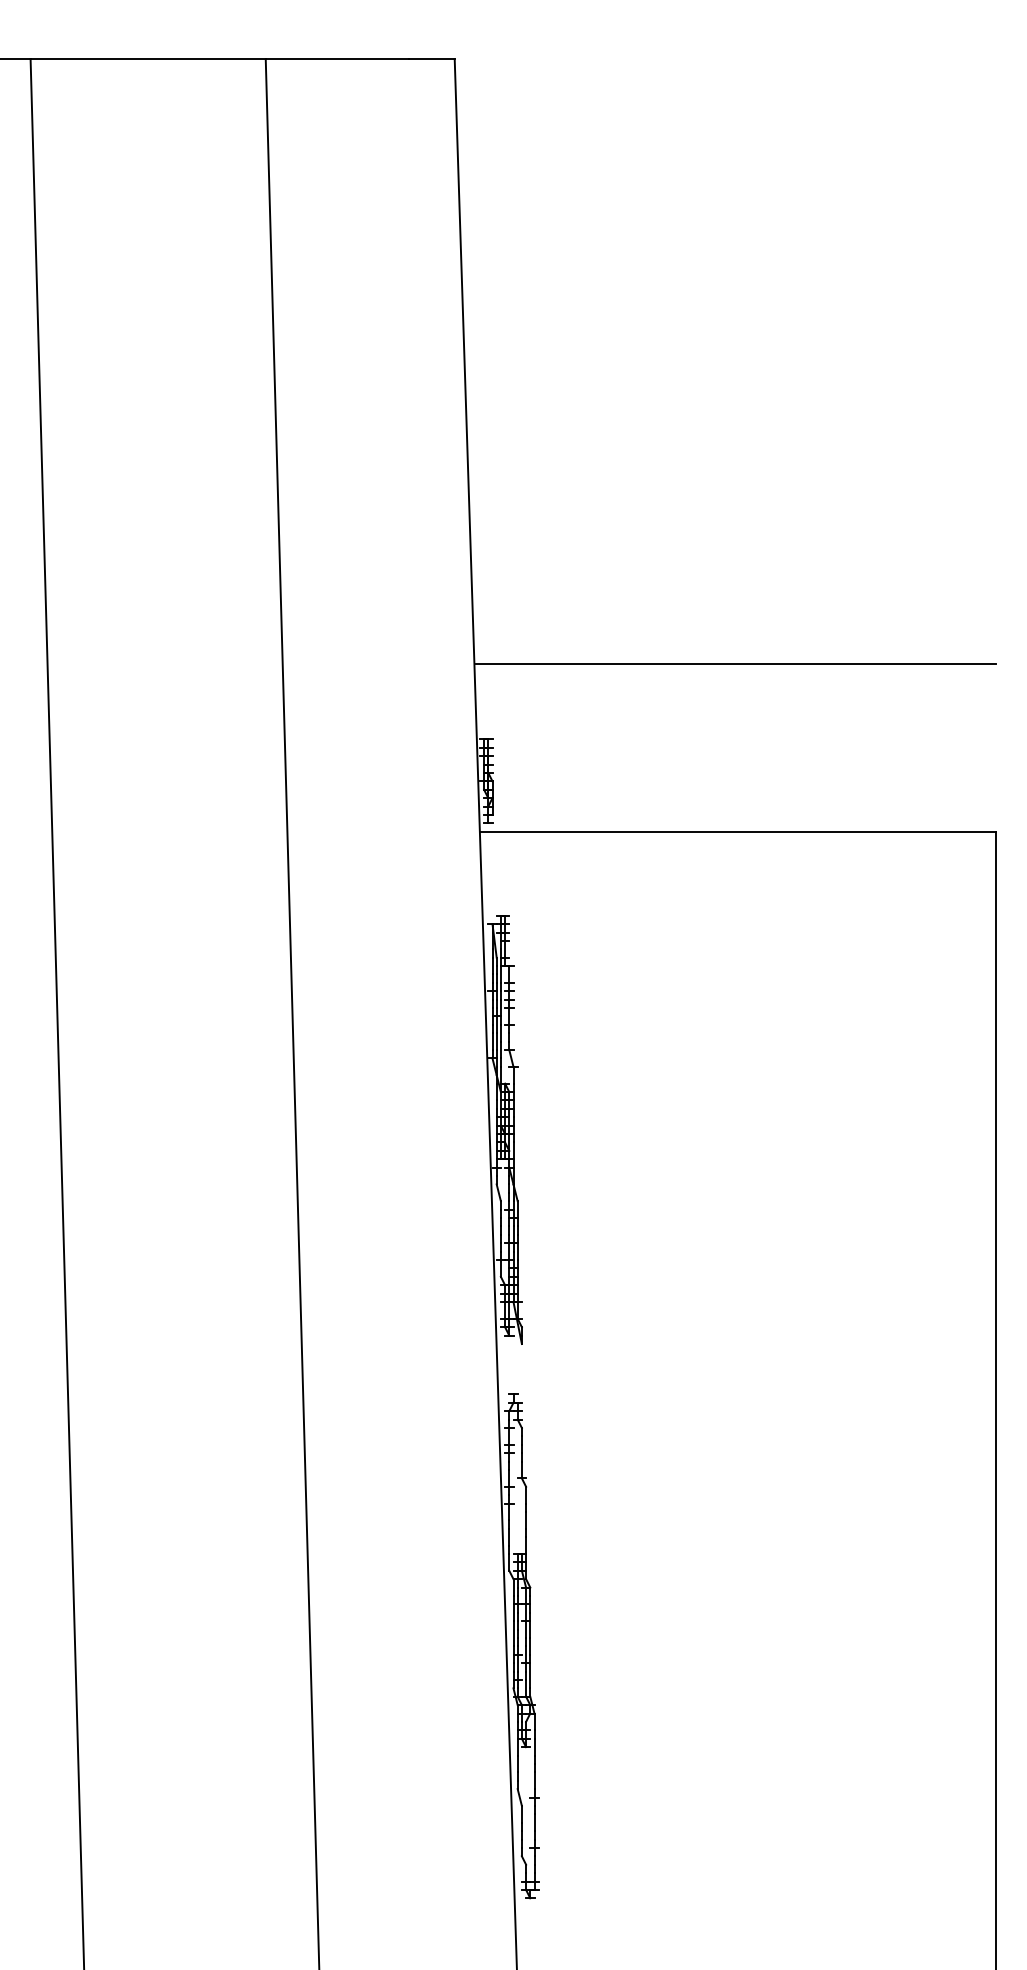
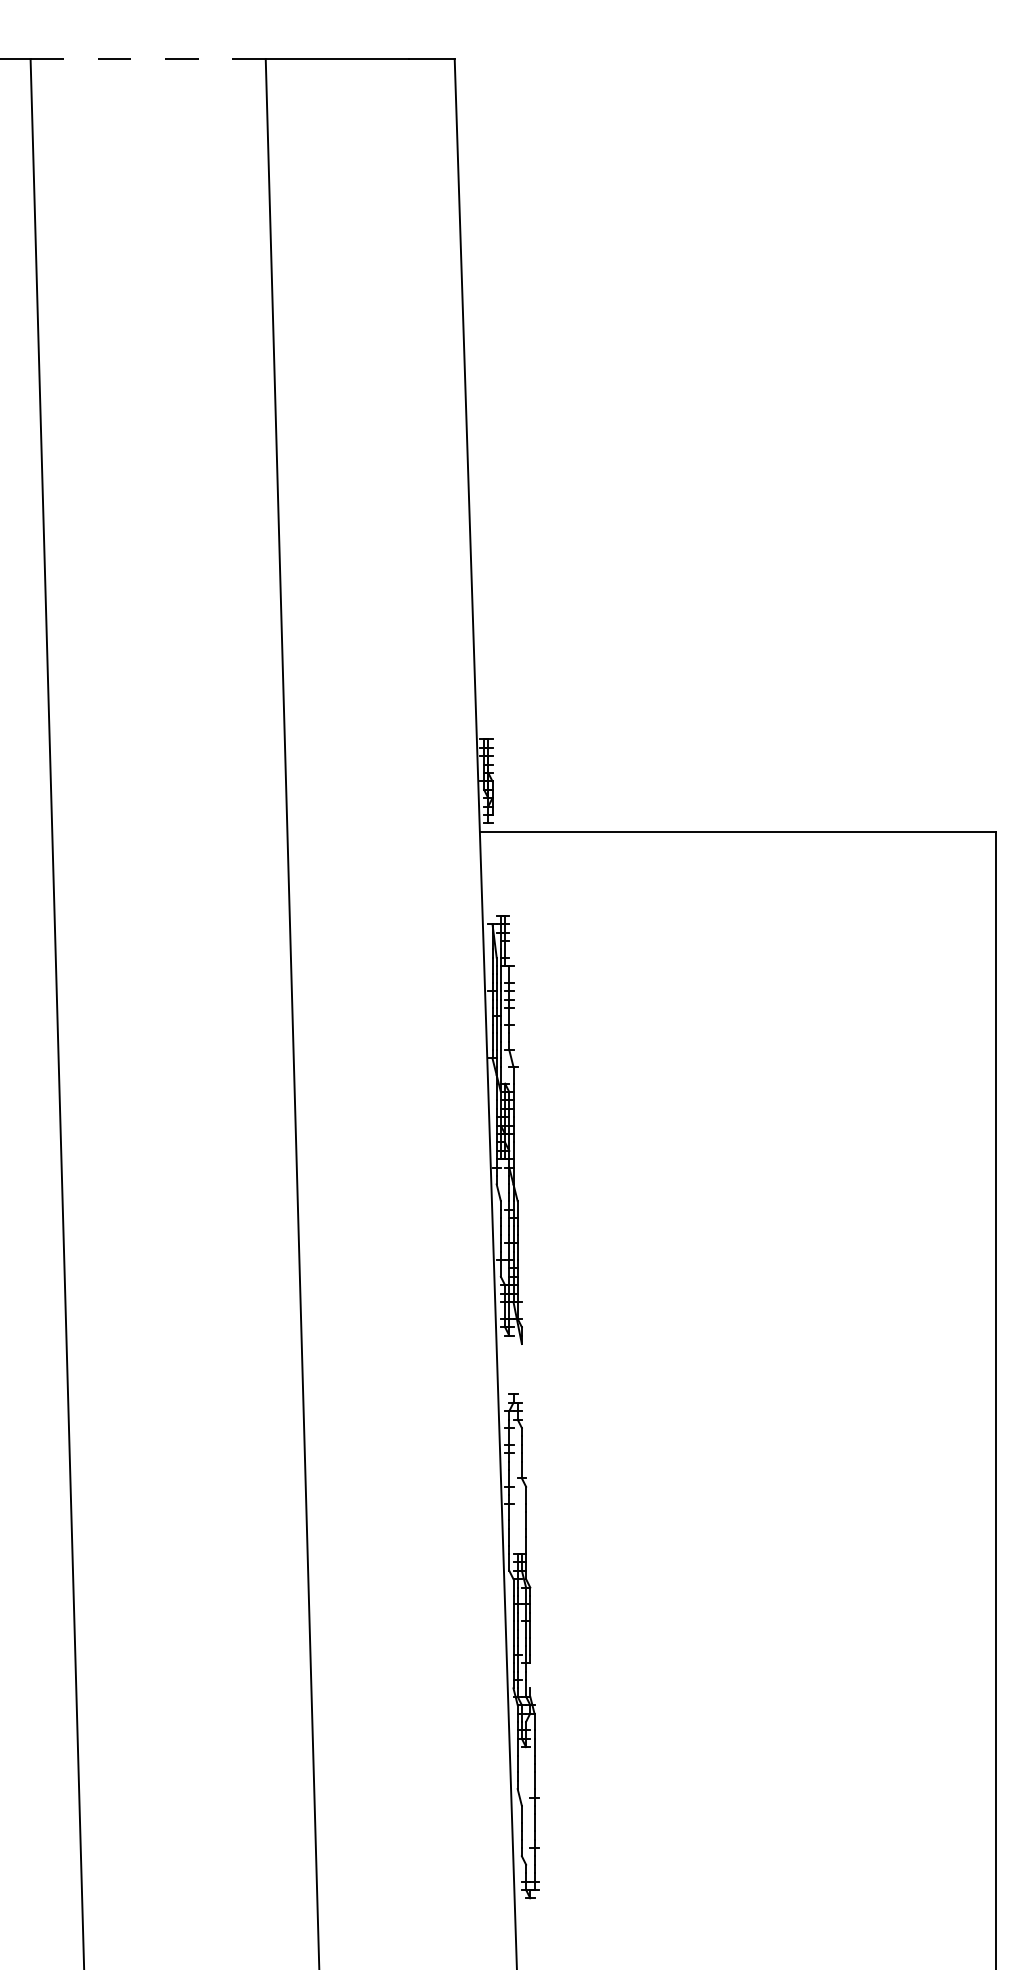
line at (148, 59): solid -> dashed
line at (735, 663): present -> none
line at (530, 1675): present -> none
